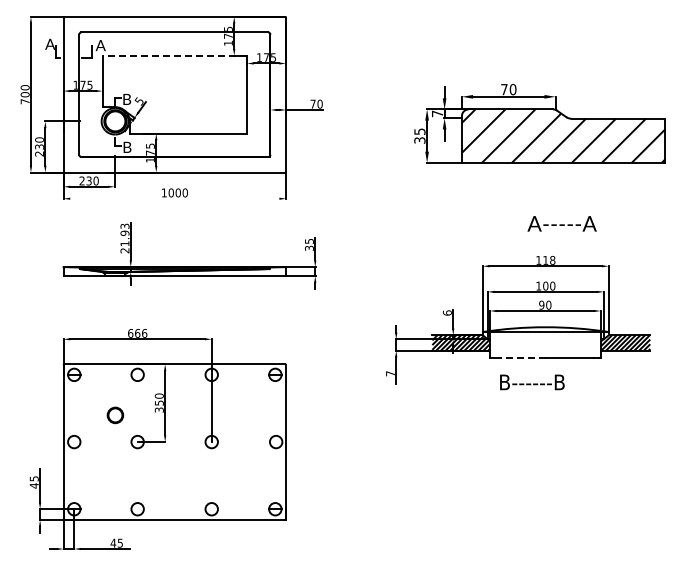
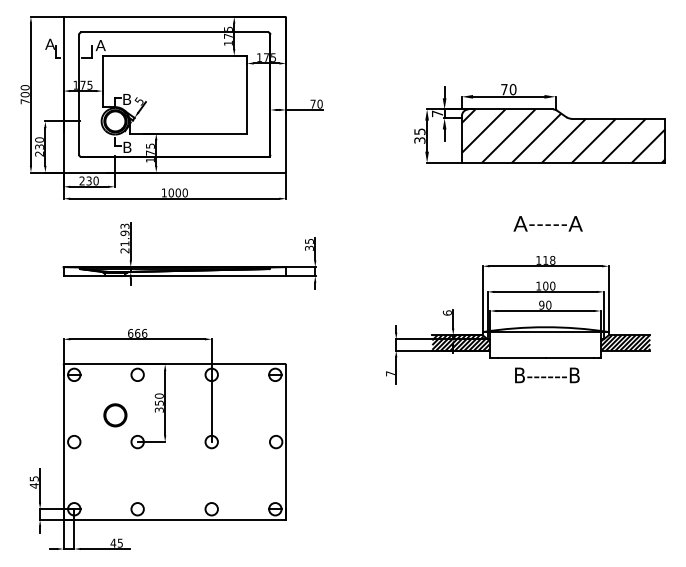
line at (174, 55): dashed -> solid
line at (174, 198): none -> present
text at (561, 223) position: (561, 223) -> (547, 223)
line at (521, 358): dashed -> solid
text at (532, 382) position: (532, 382) -> (547, 375)
circle at (115, 415) size: 19x19 px -> 25x25 px
